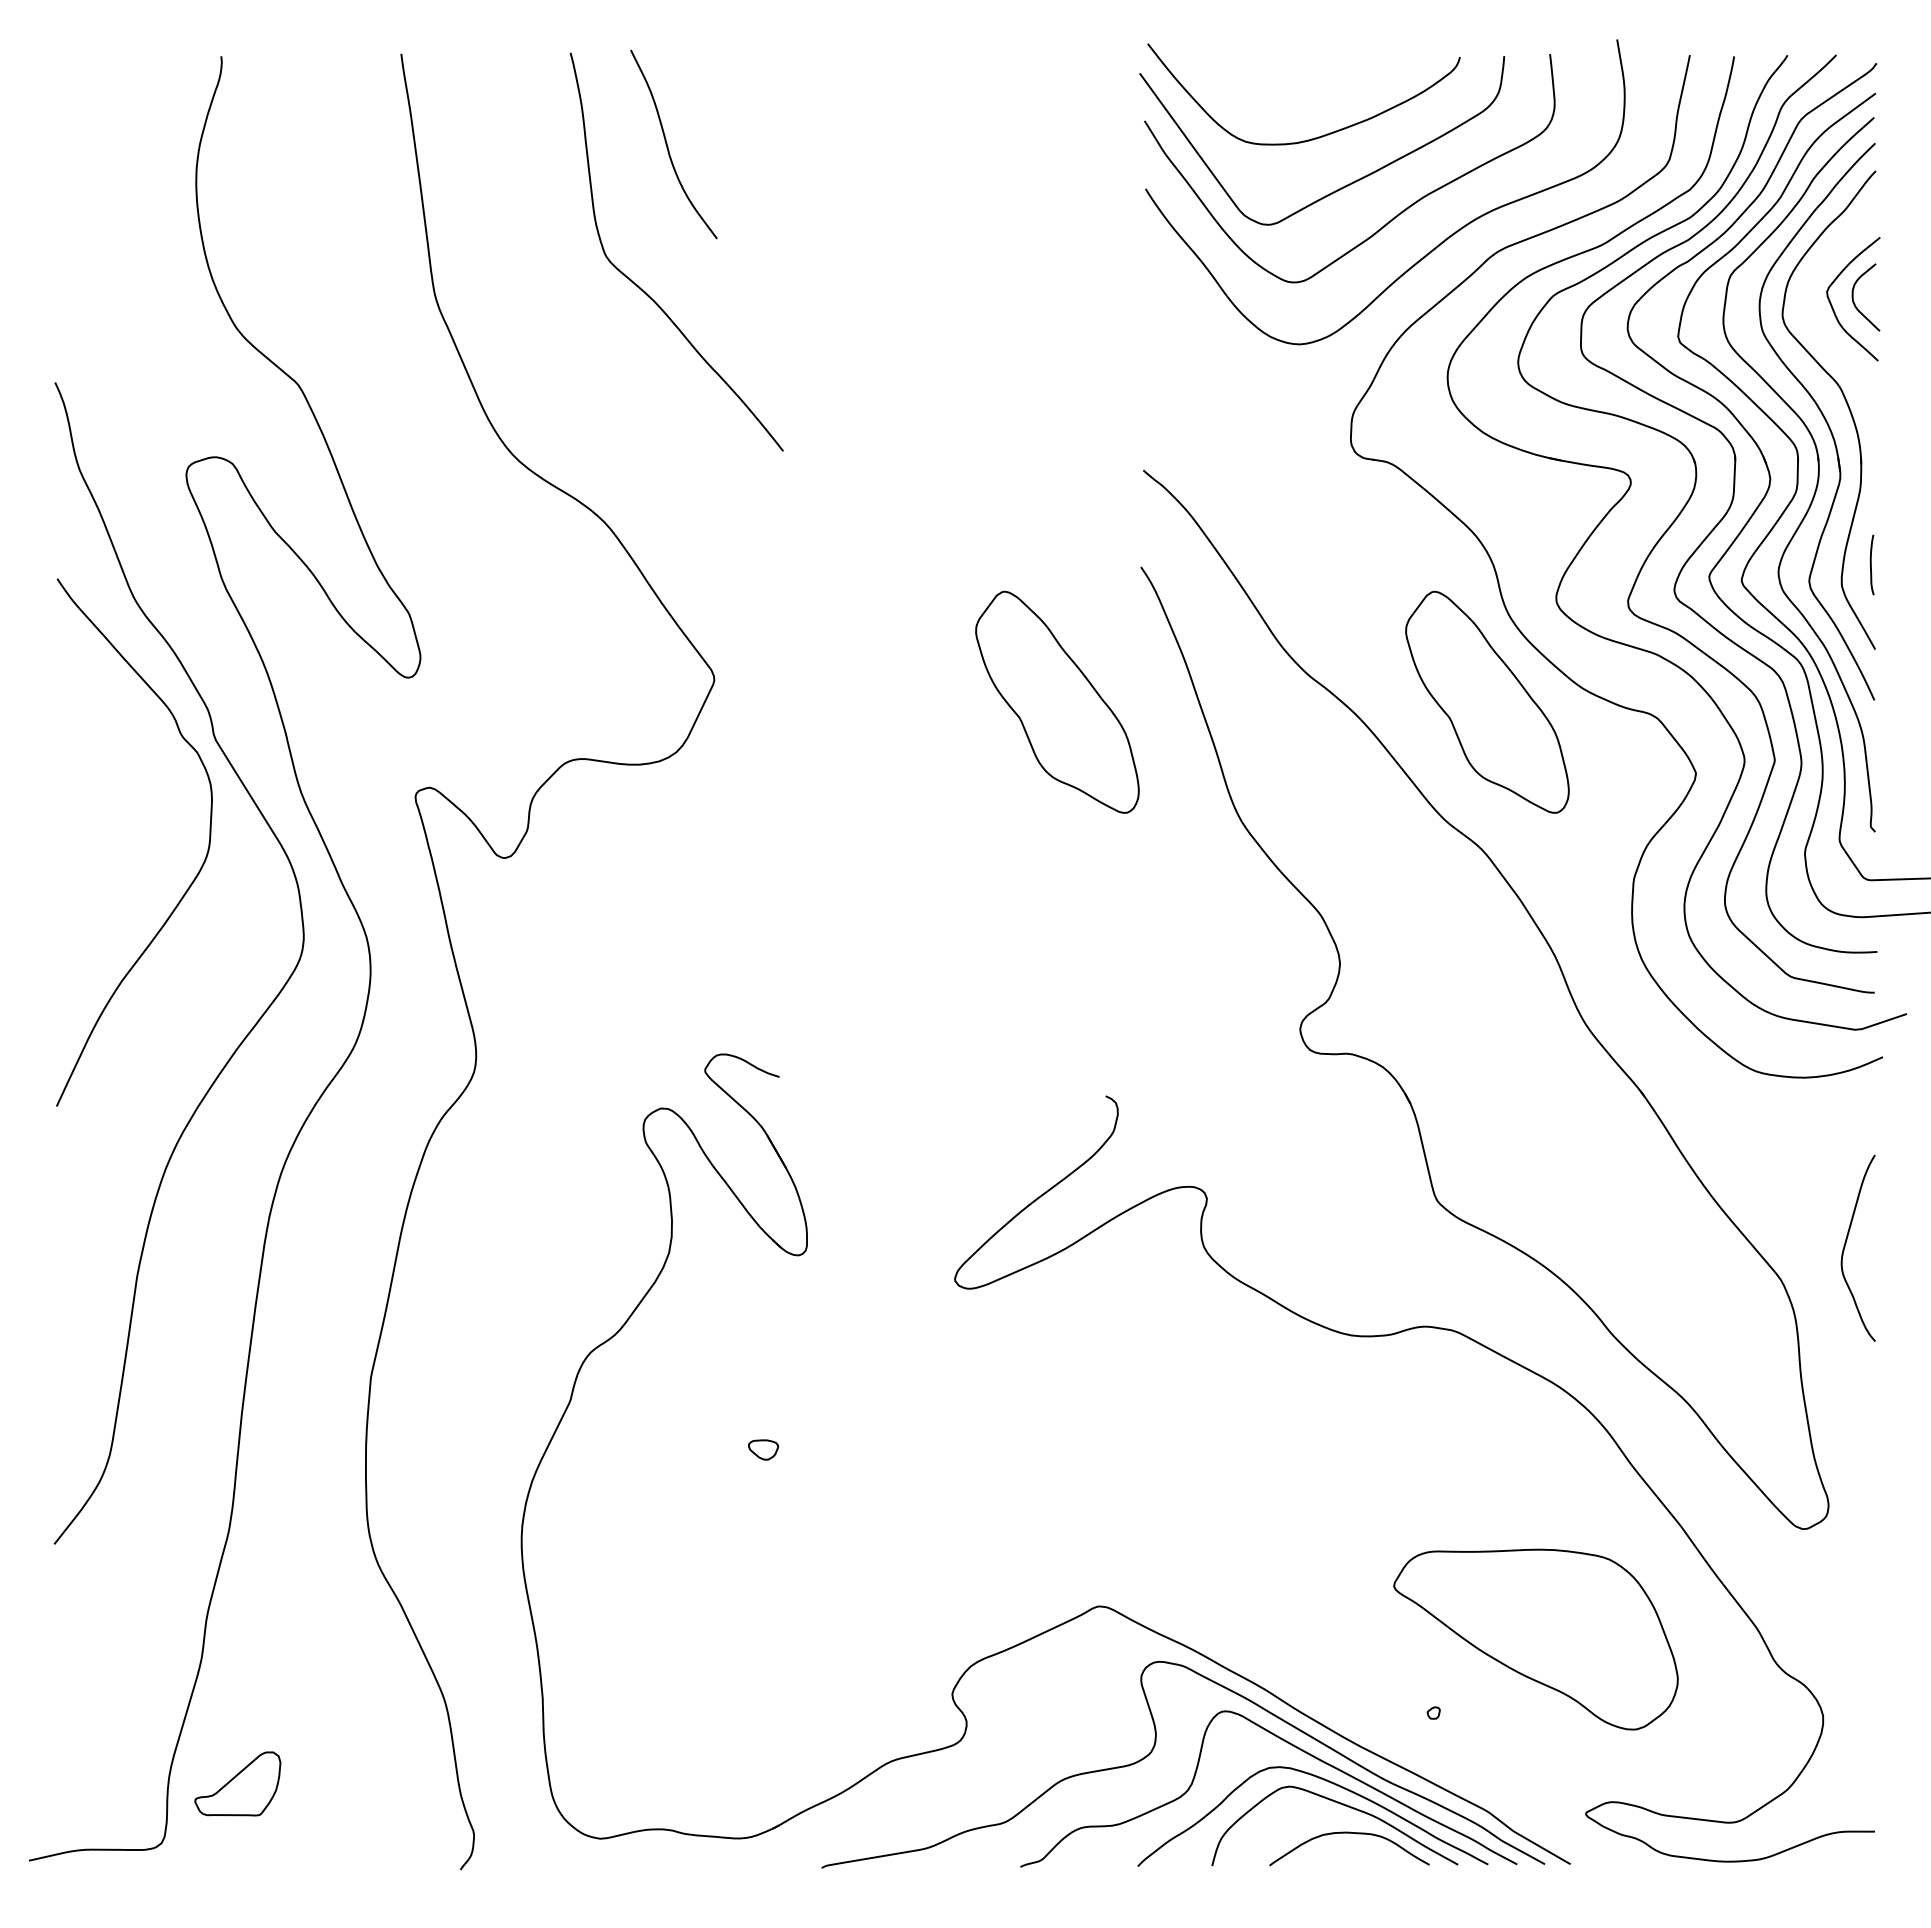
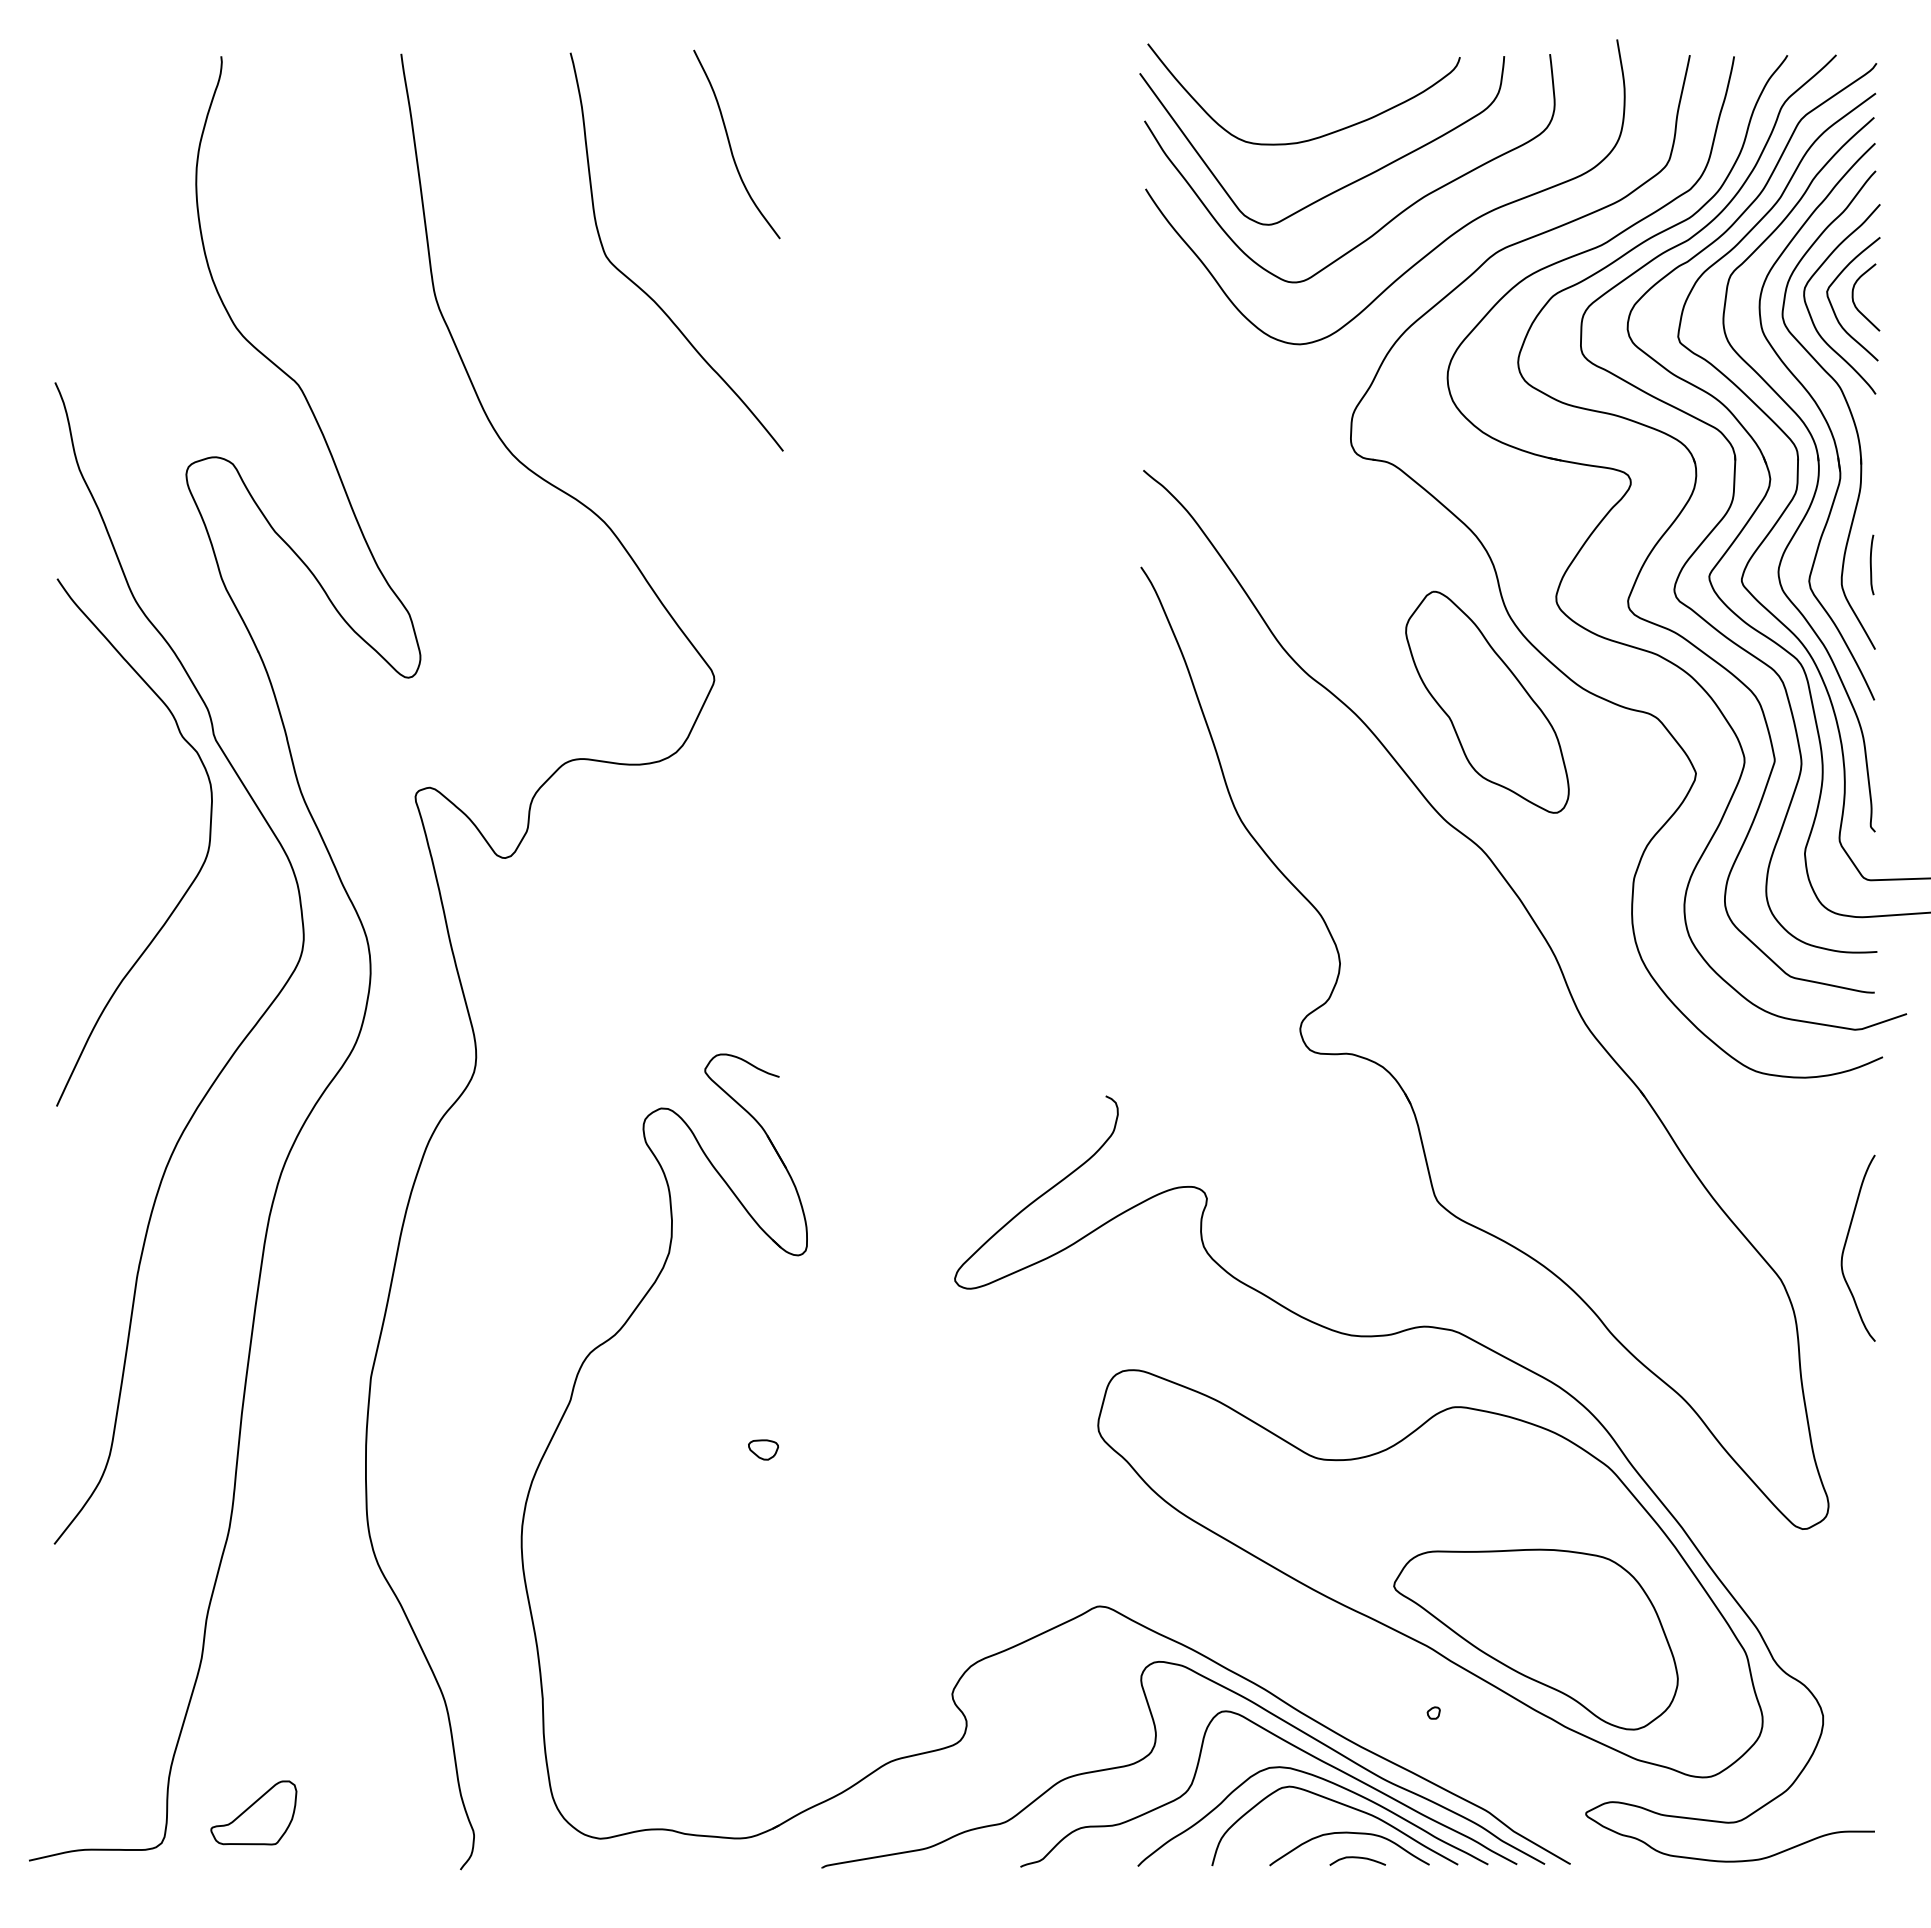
curve at (668, 146) position: (668, 146) -> (731, 146)
curve at (1809, 310): none -> present
part at (1057, 701): present -> none
part at (1430, 1573): none -> present
part at (237, 1783) position: (237, 1783) -> (253, 1812)
curve at (1357, 1858): none -> present
